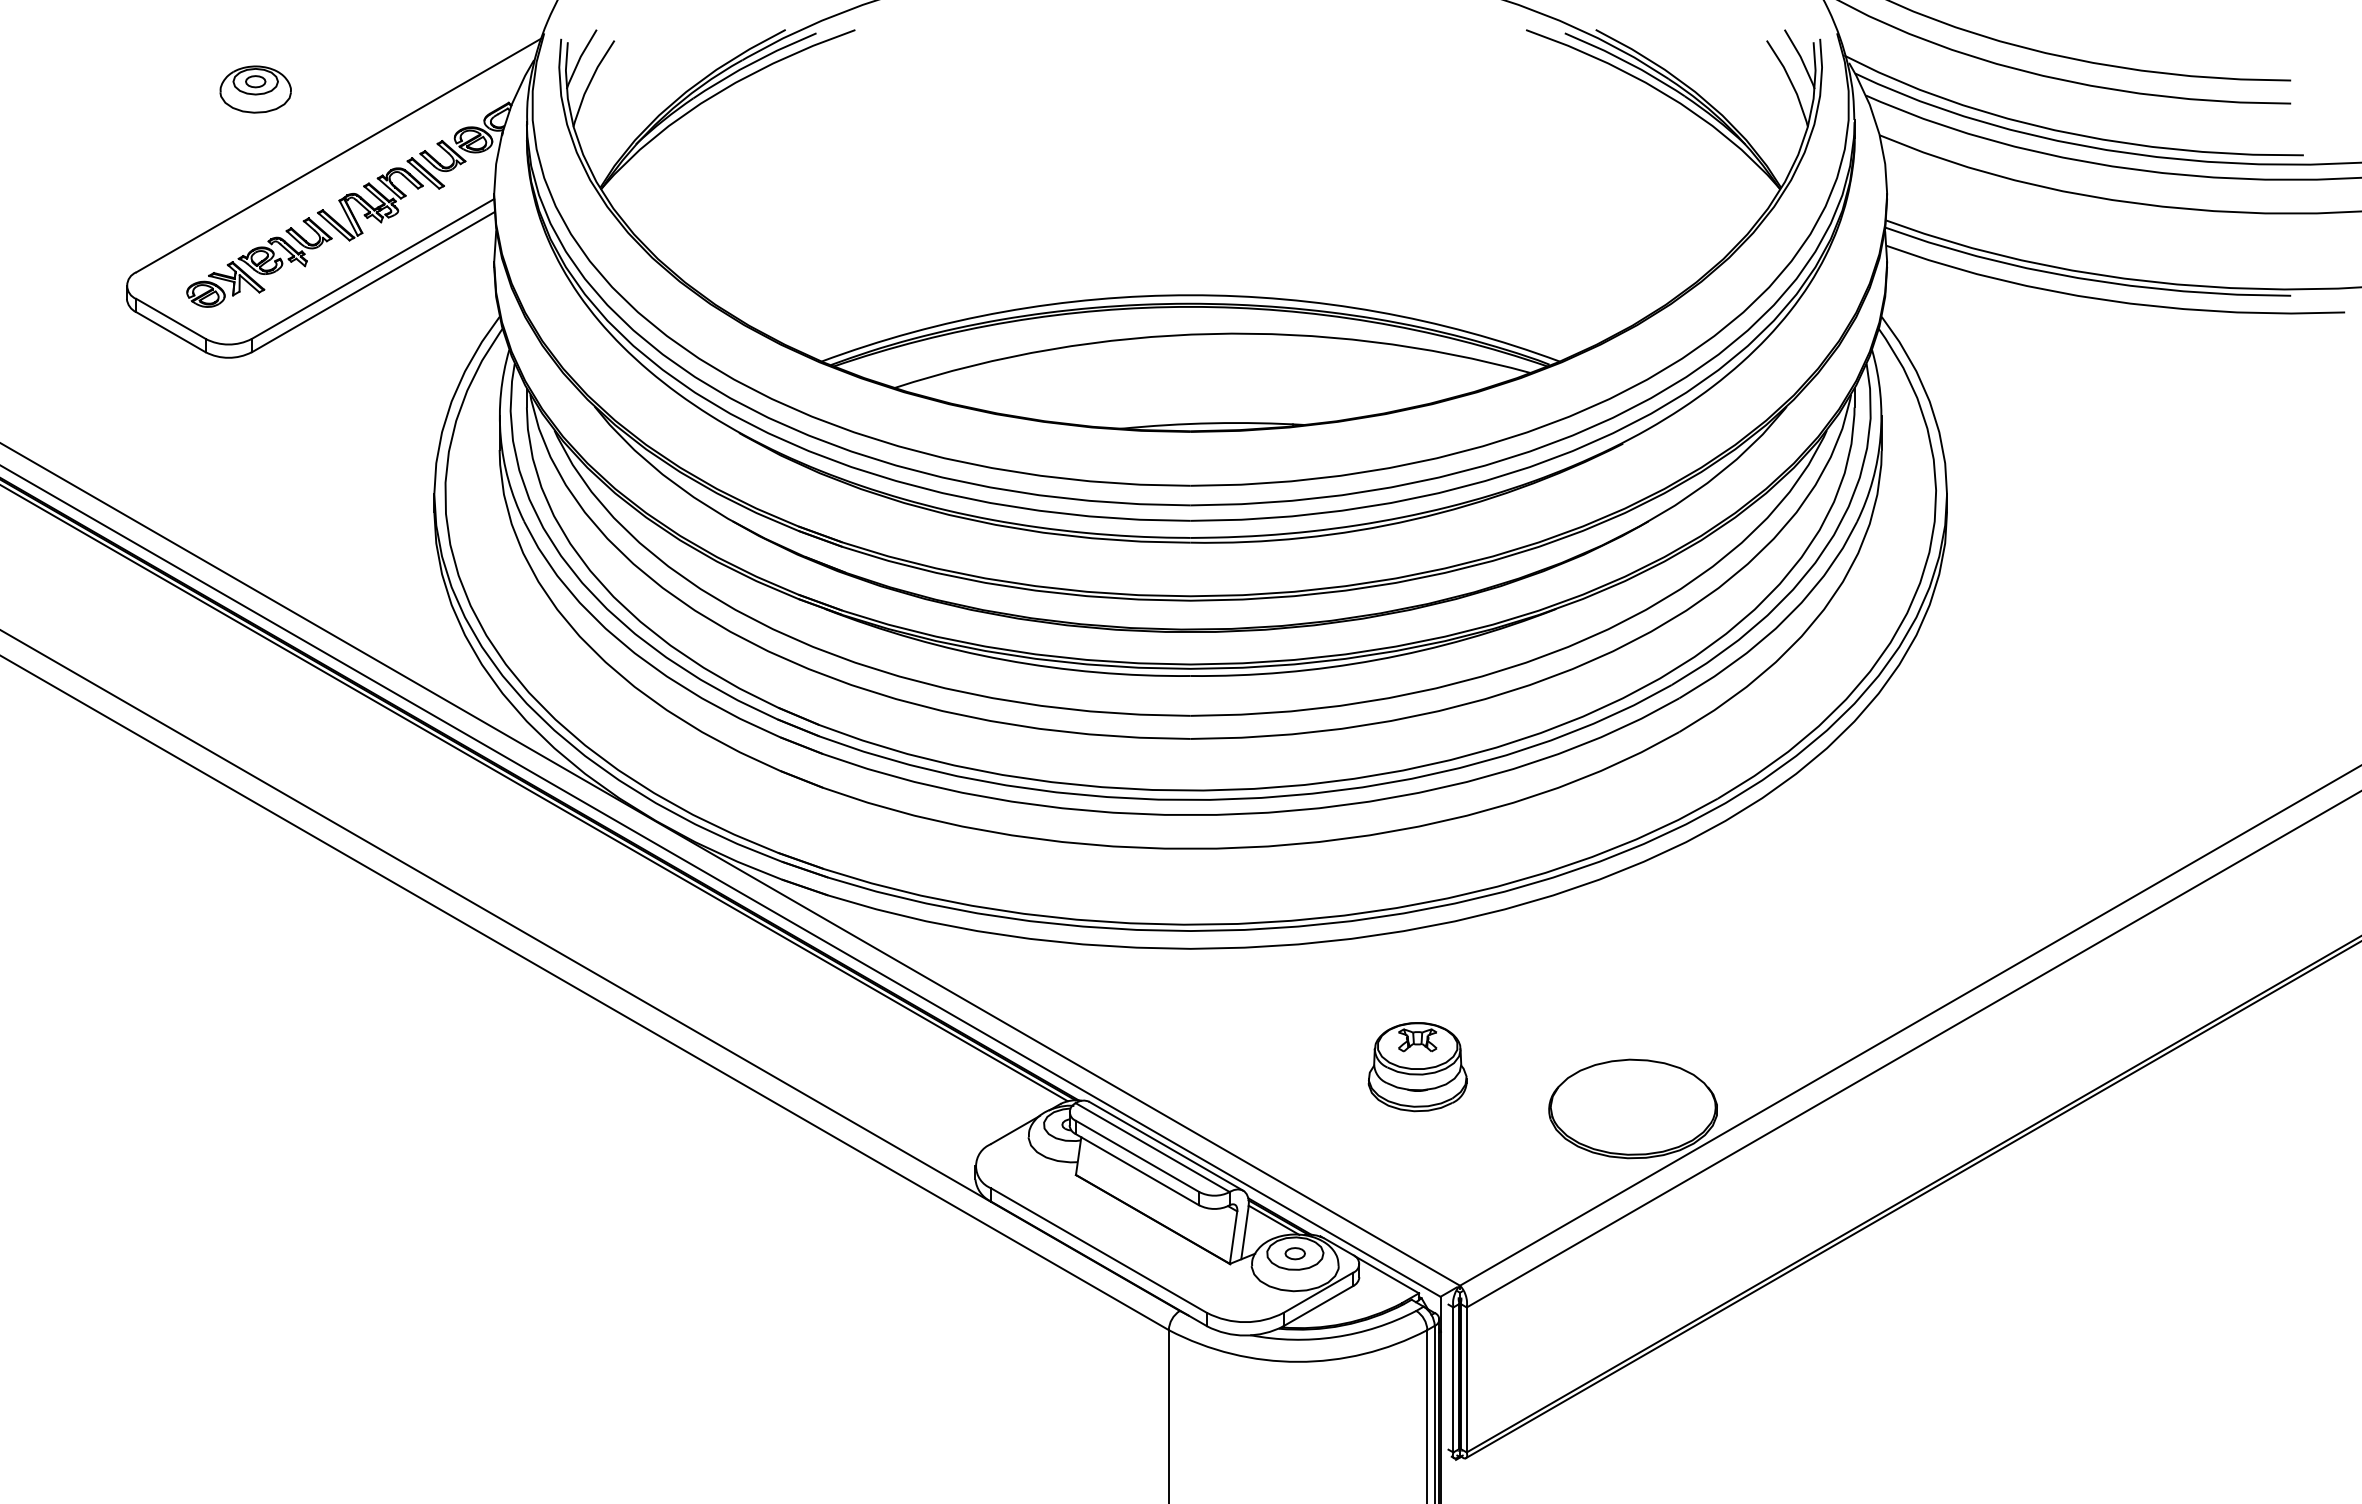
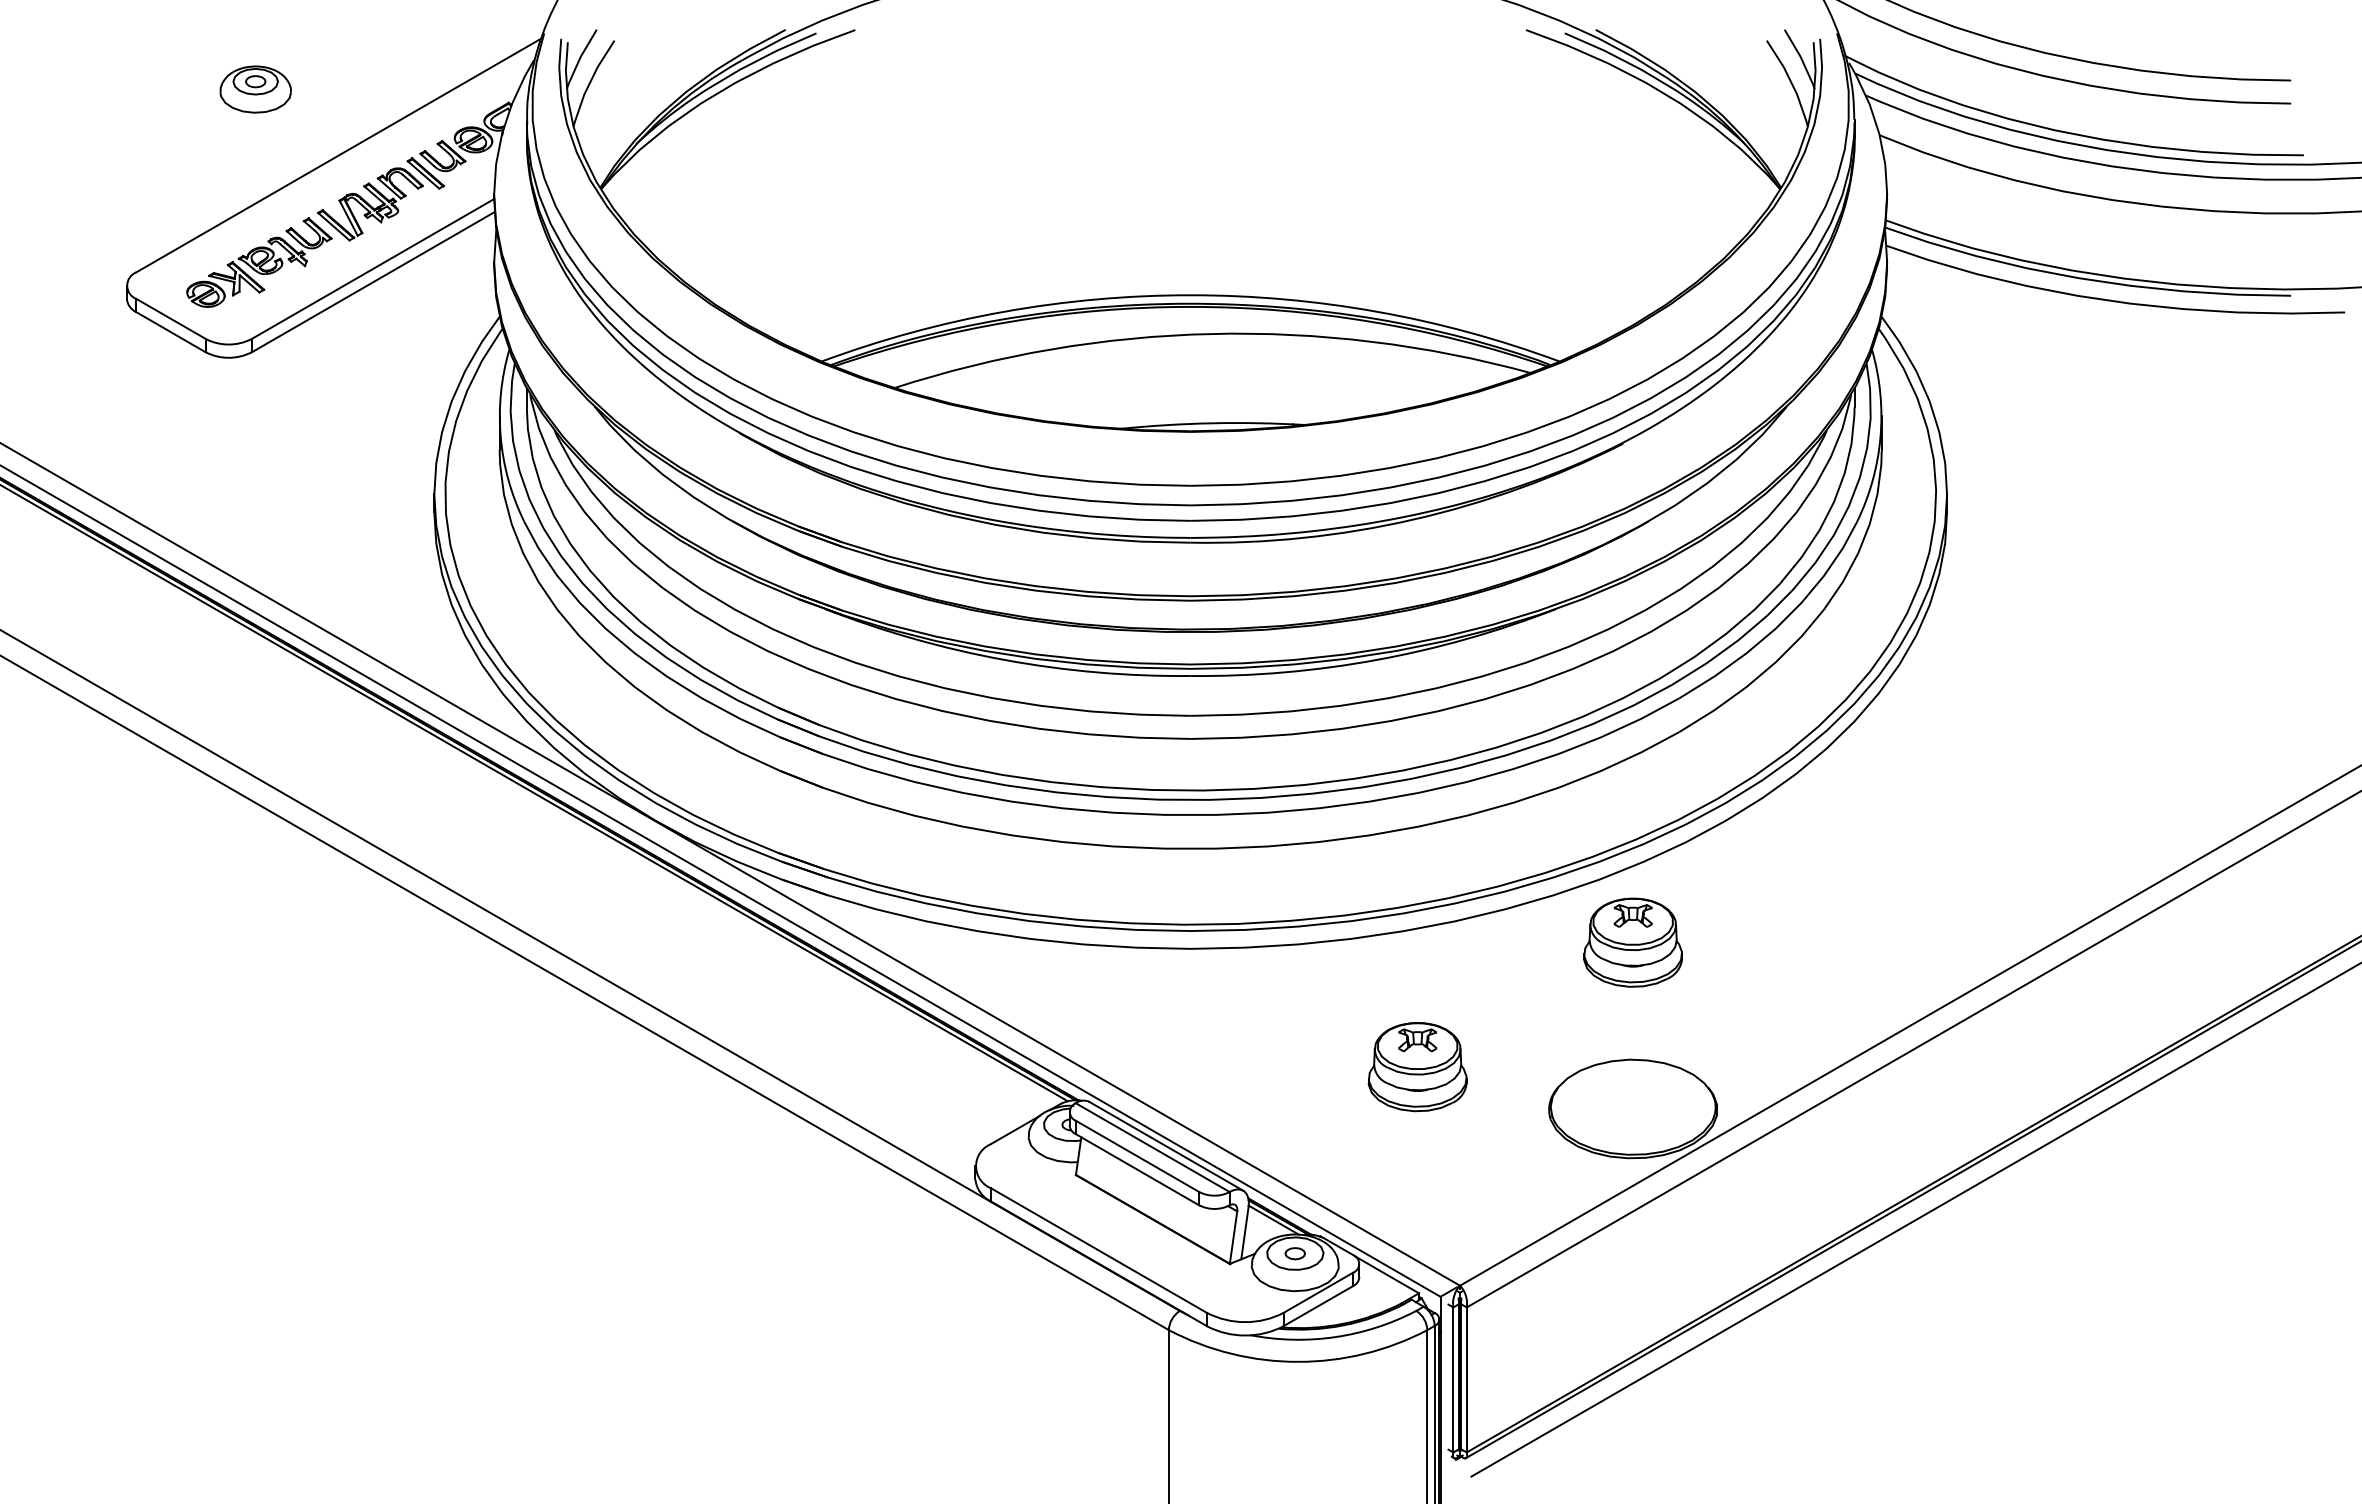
part at (1632, 942): none -> present
line at (1914, 1220): none -> present
